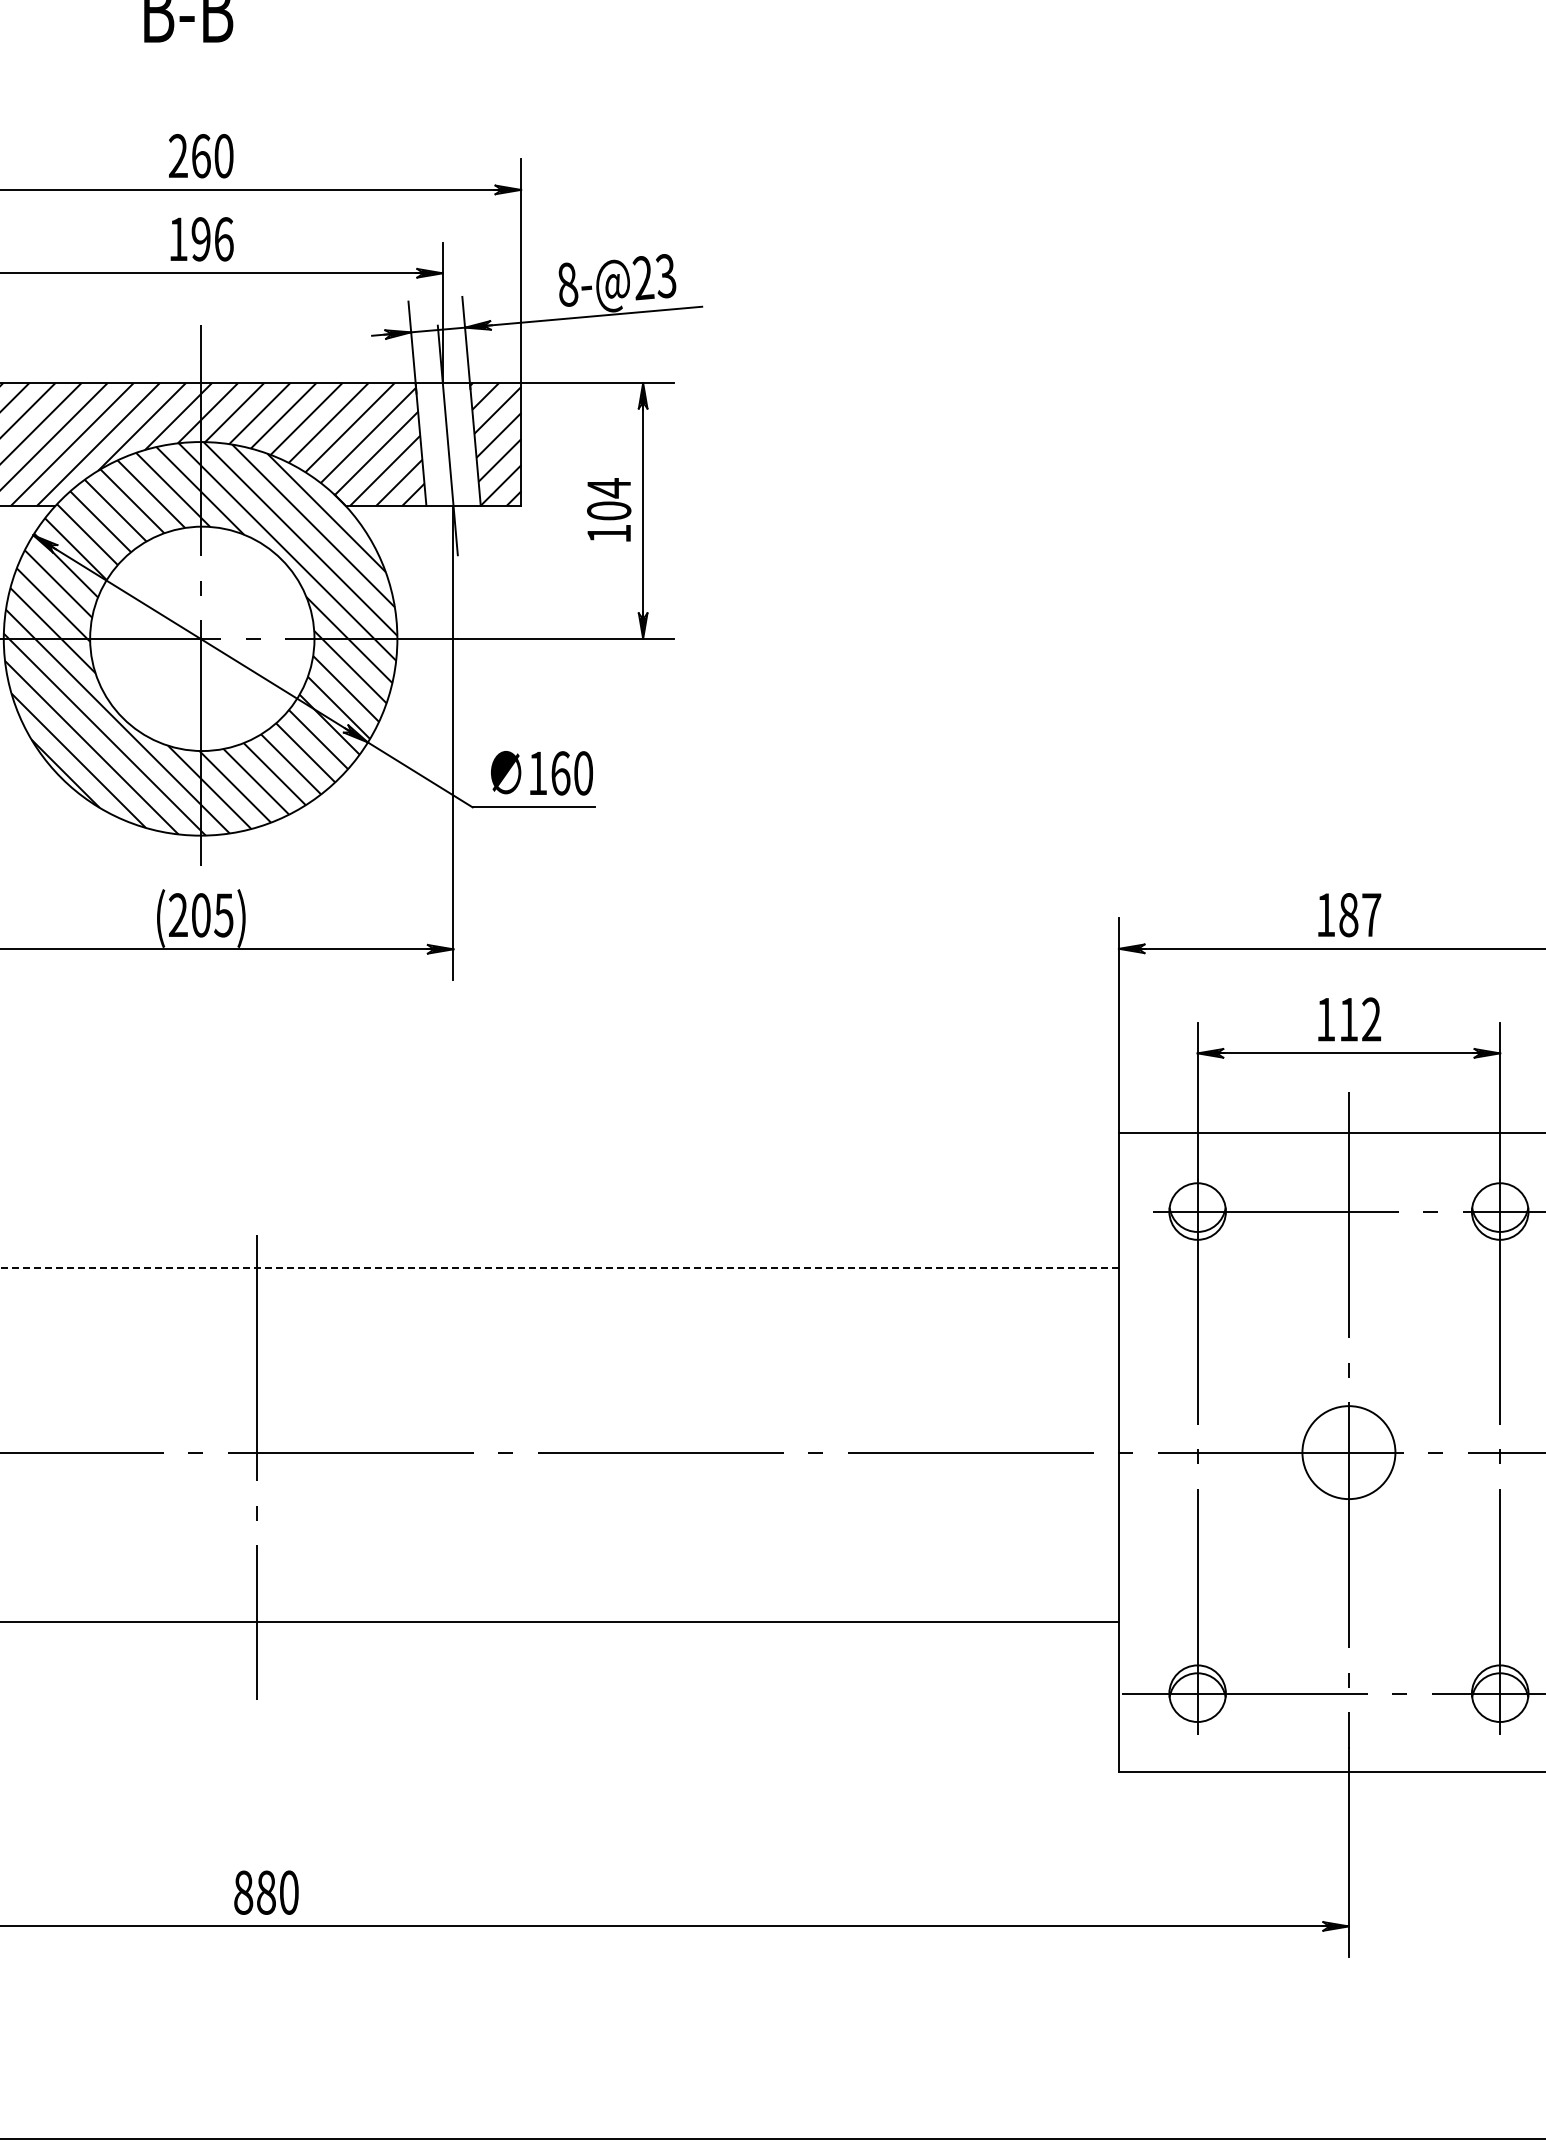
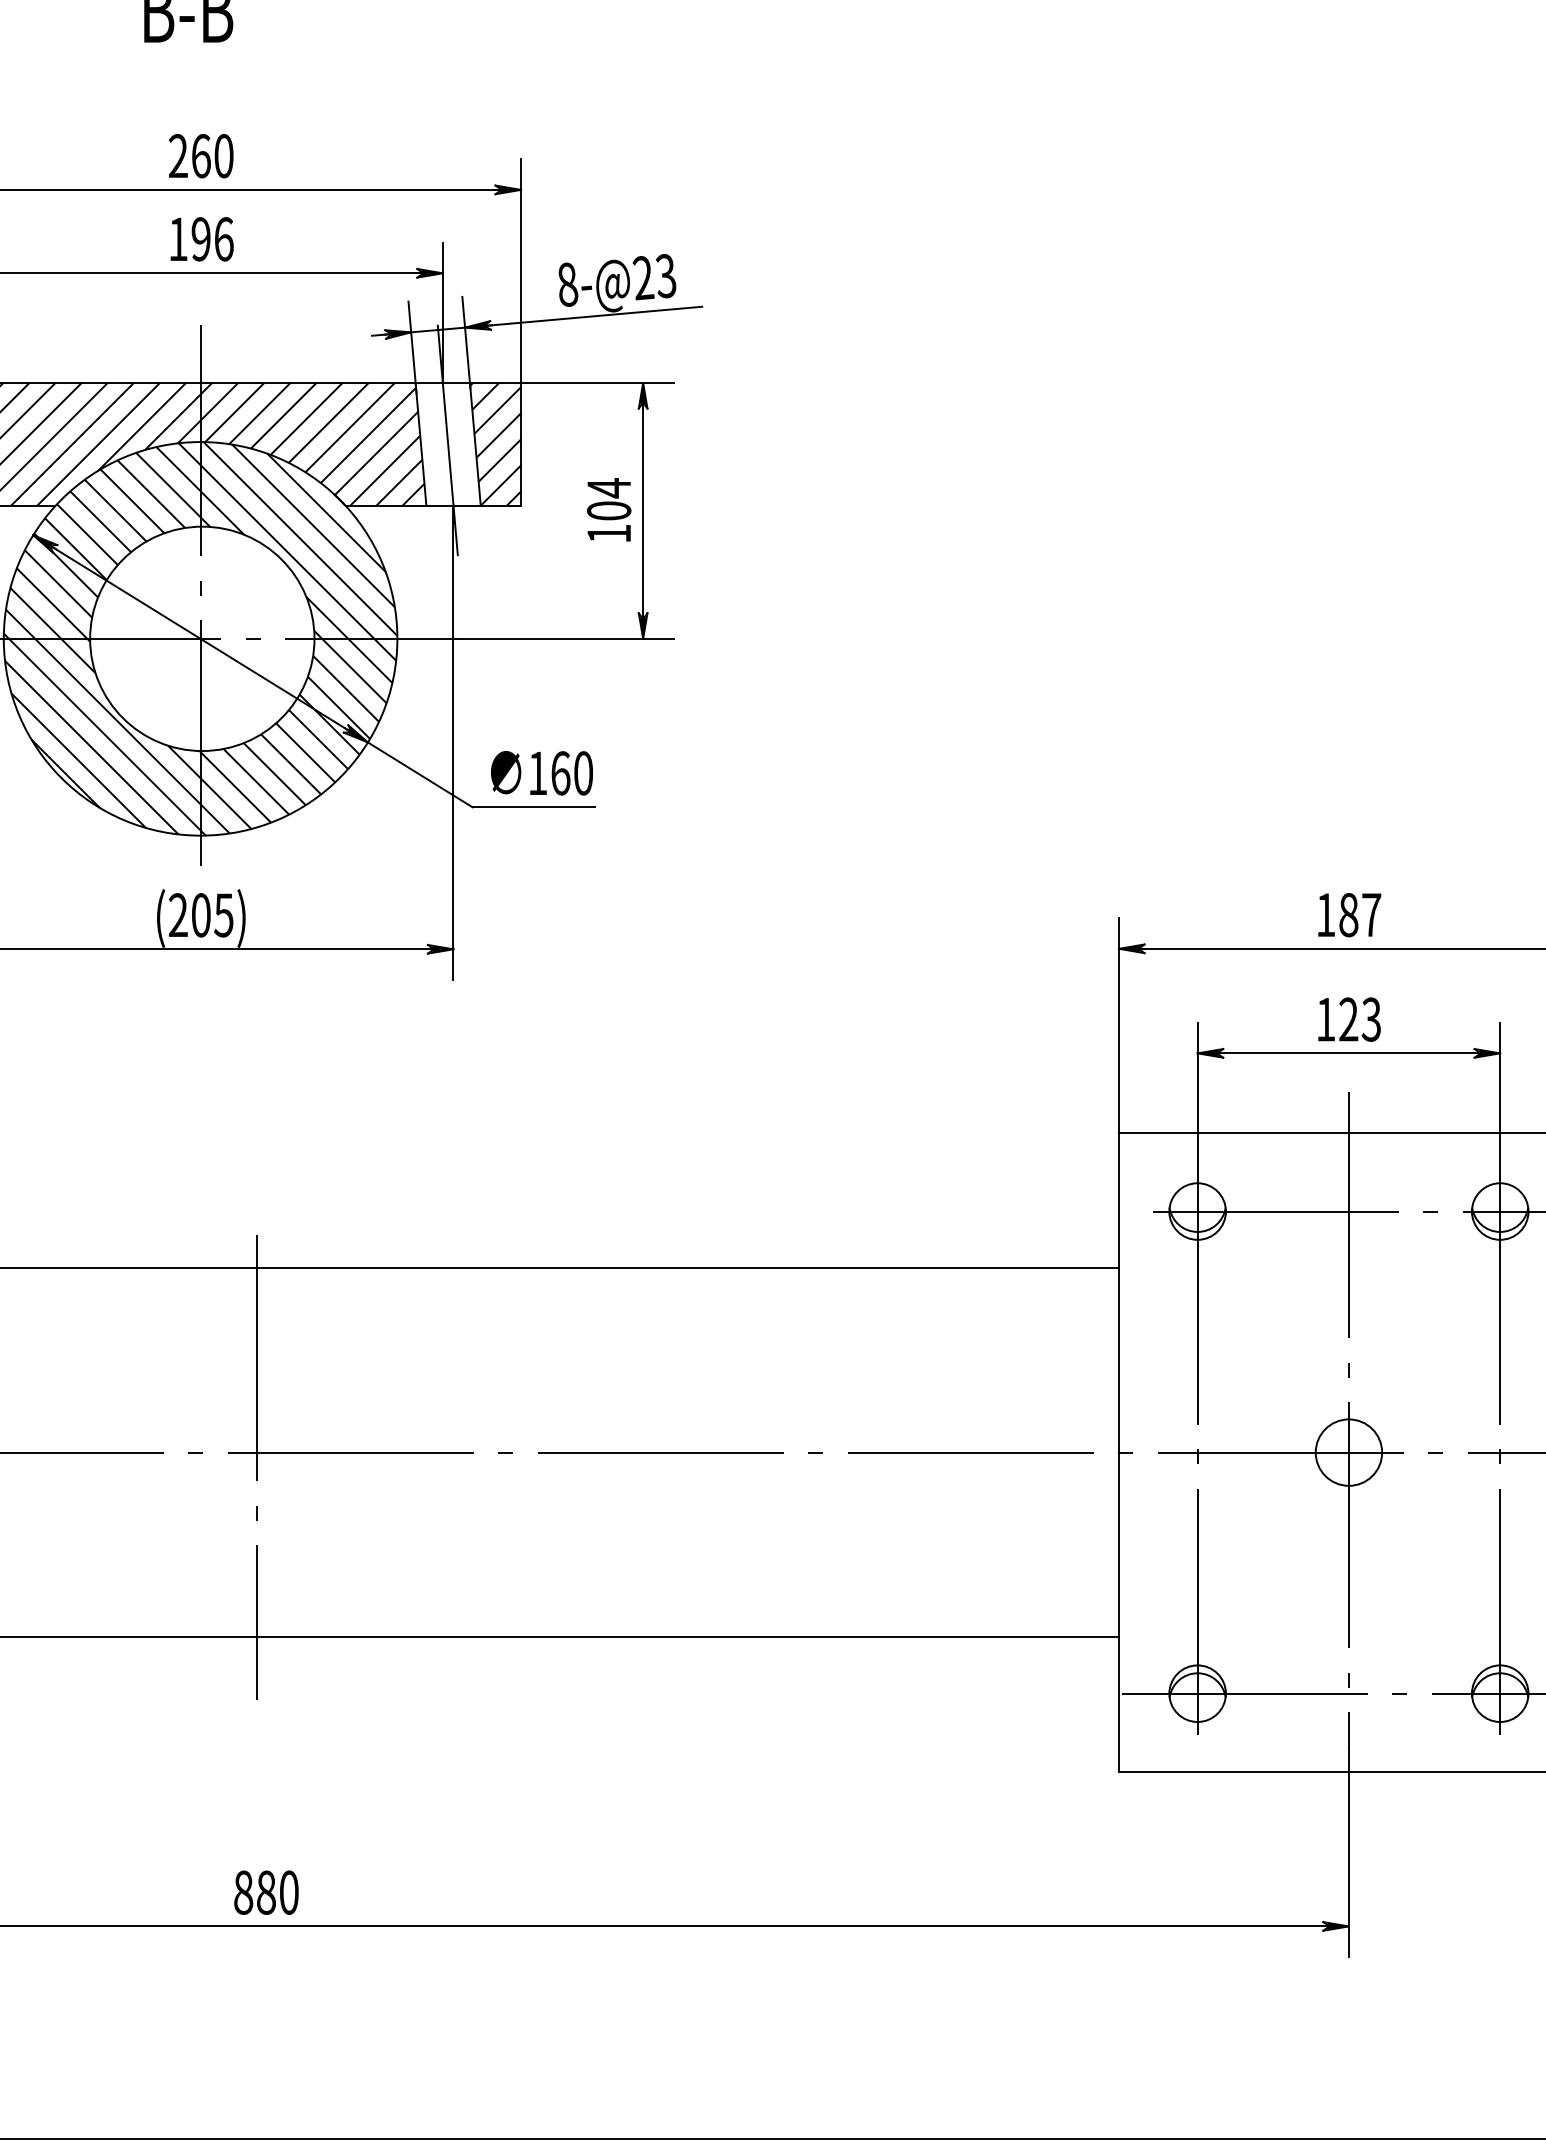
text at (1360, 1019): 112 -> 123
line at (558, 1268): dashed -> solid
circle at (1348, 1452) diameter: 93 px -> 66 px
line at (560, 1622) position: (560, 1622) -> (560, 1637)
